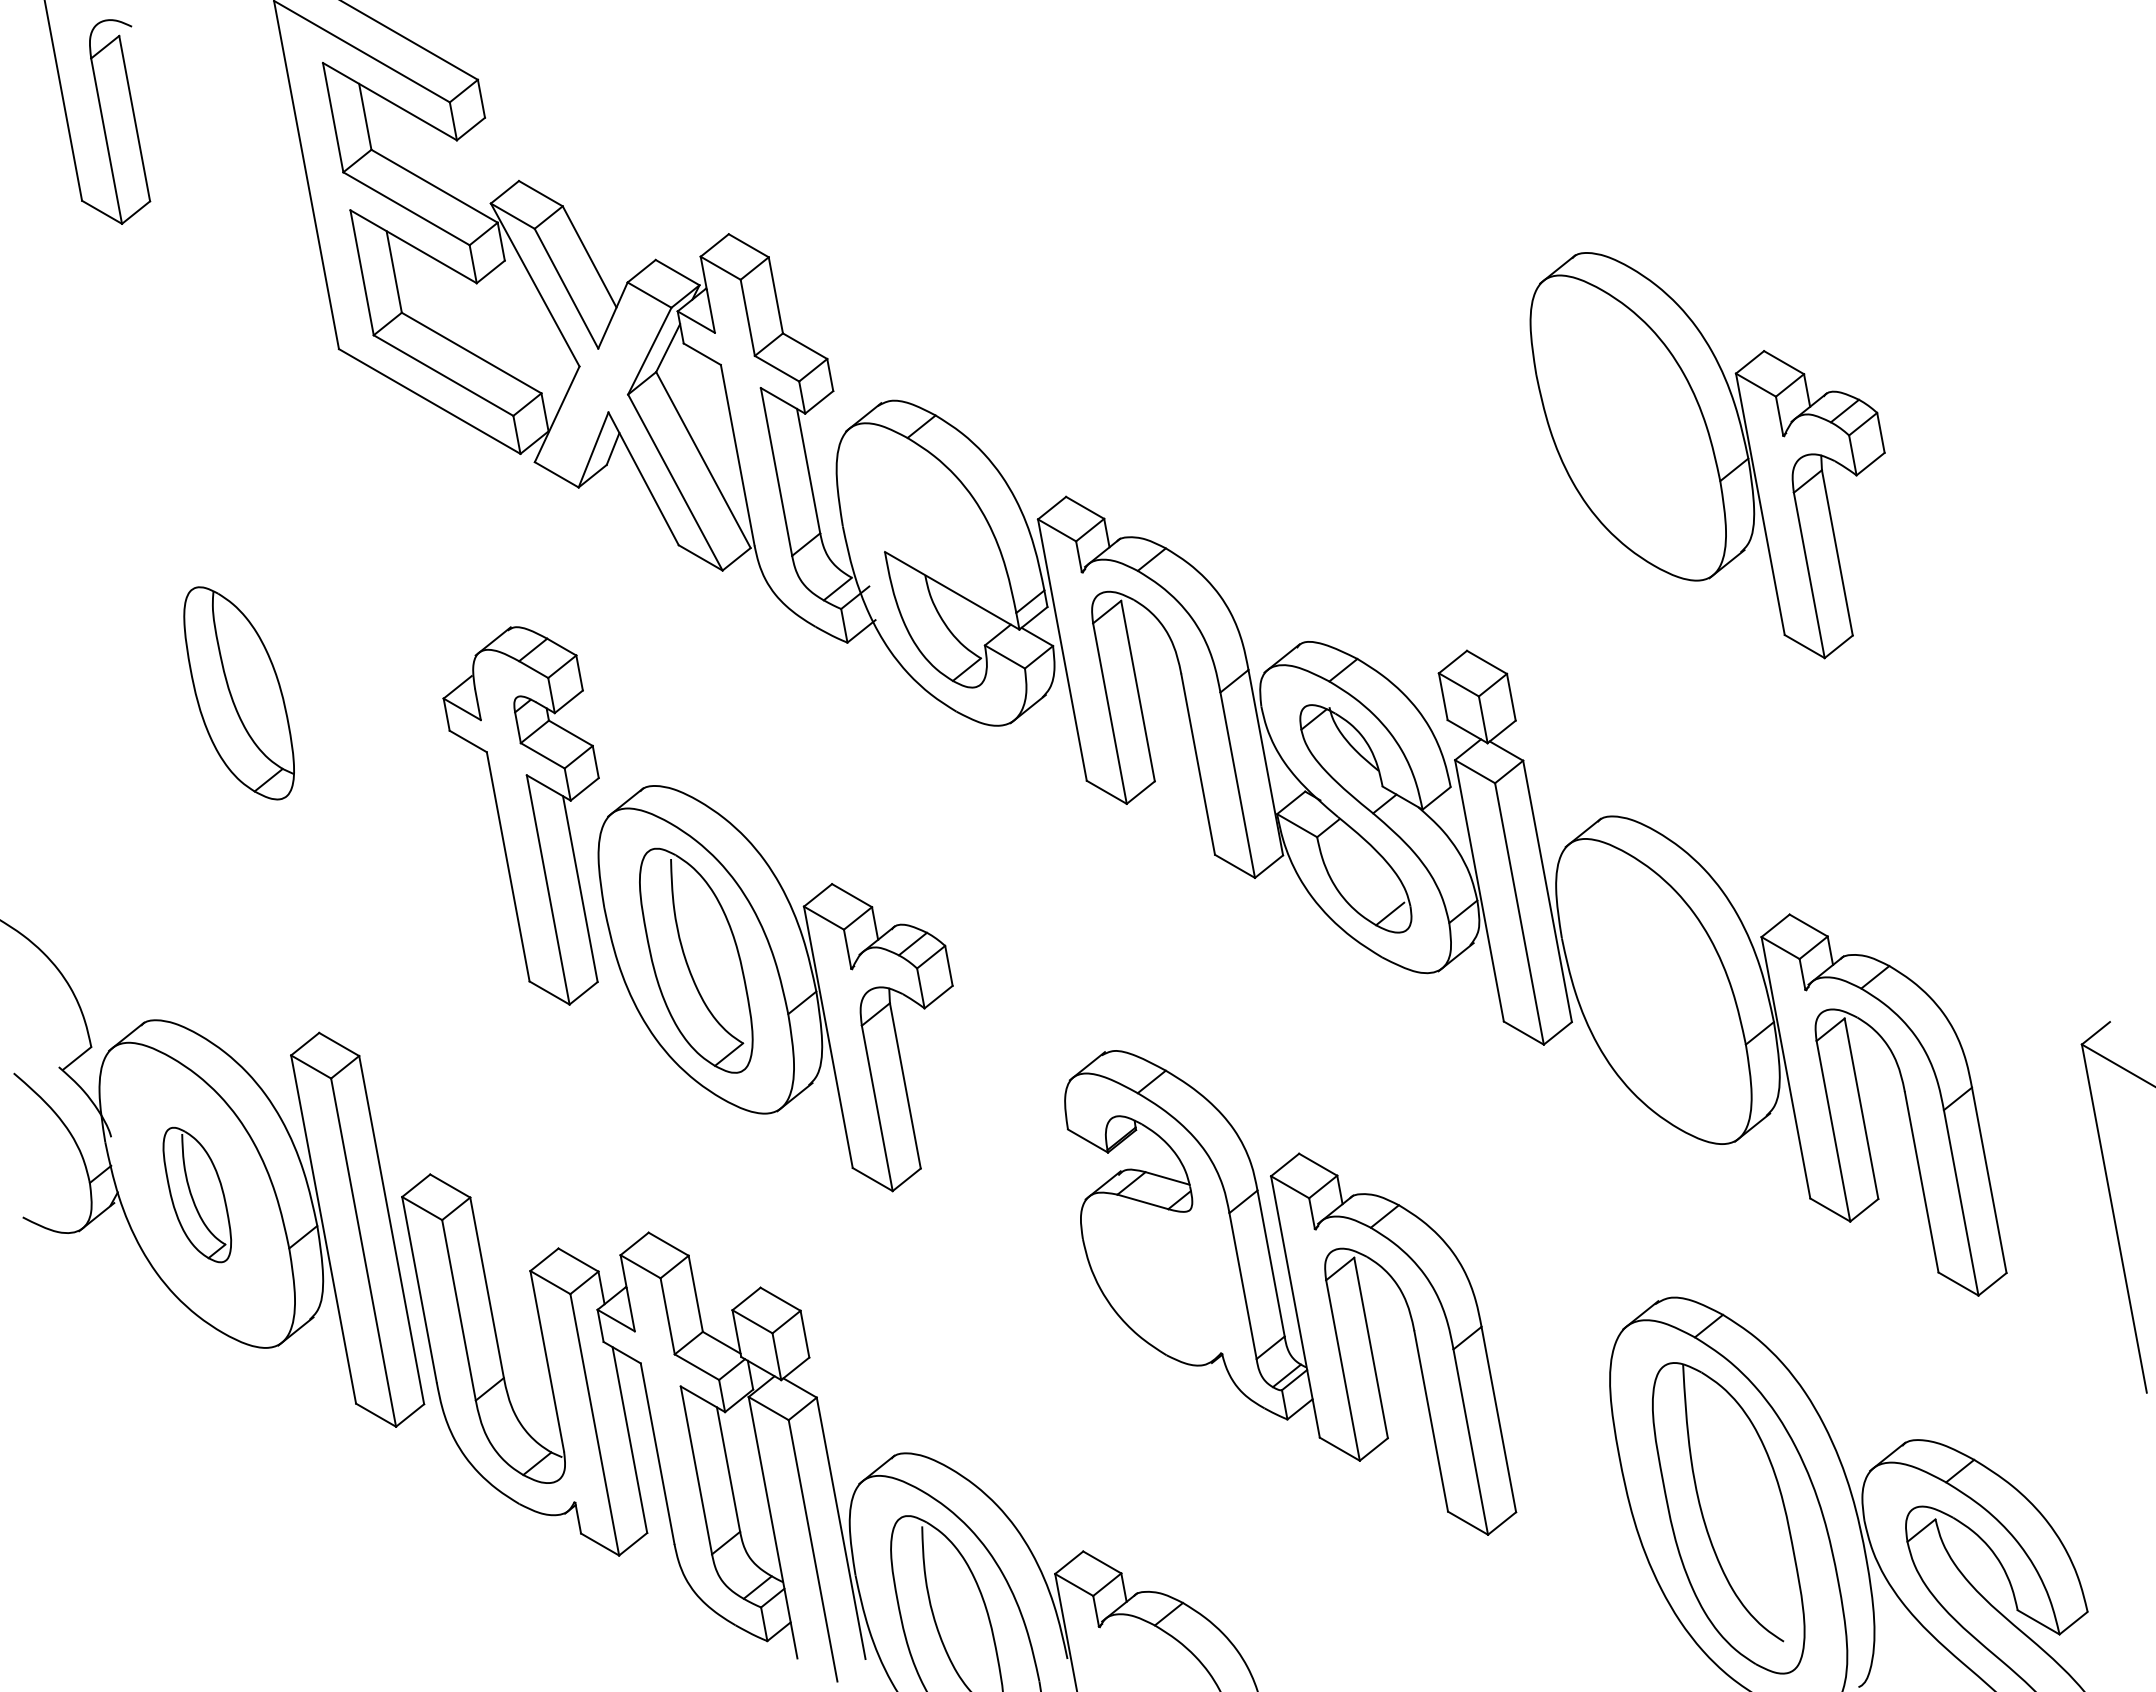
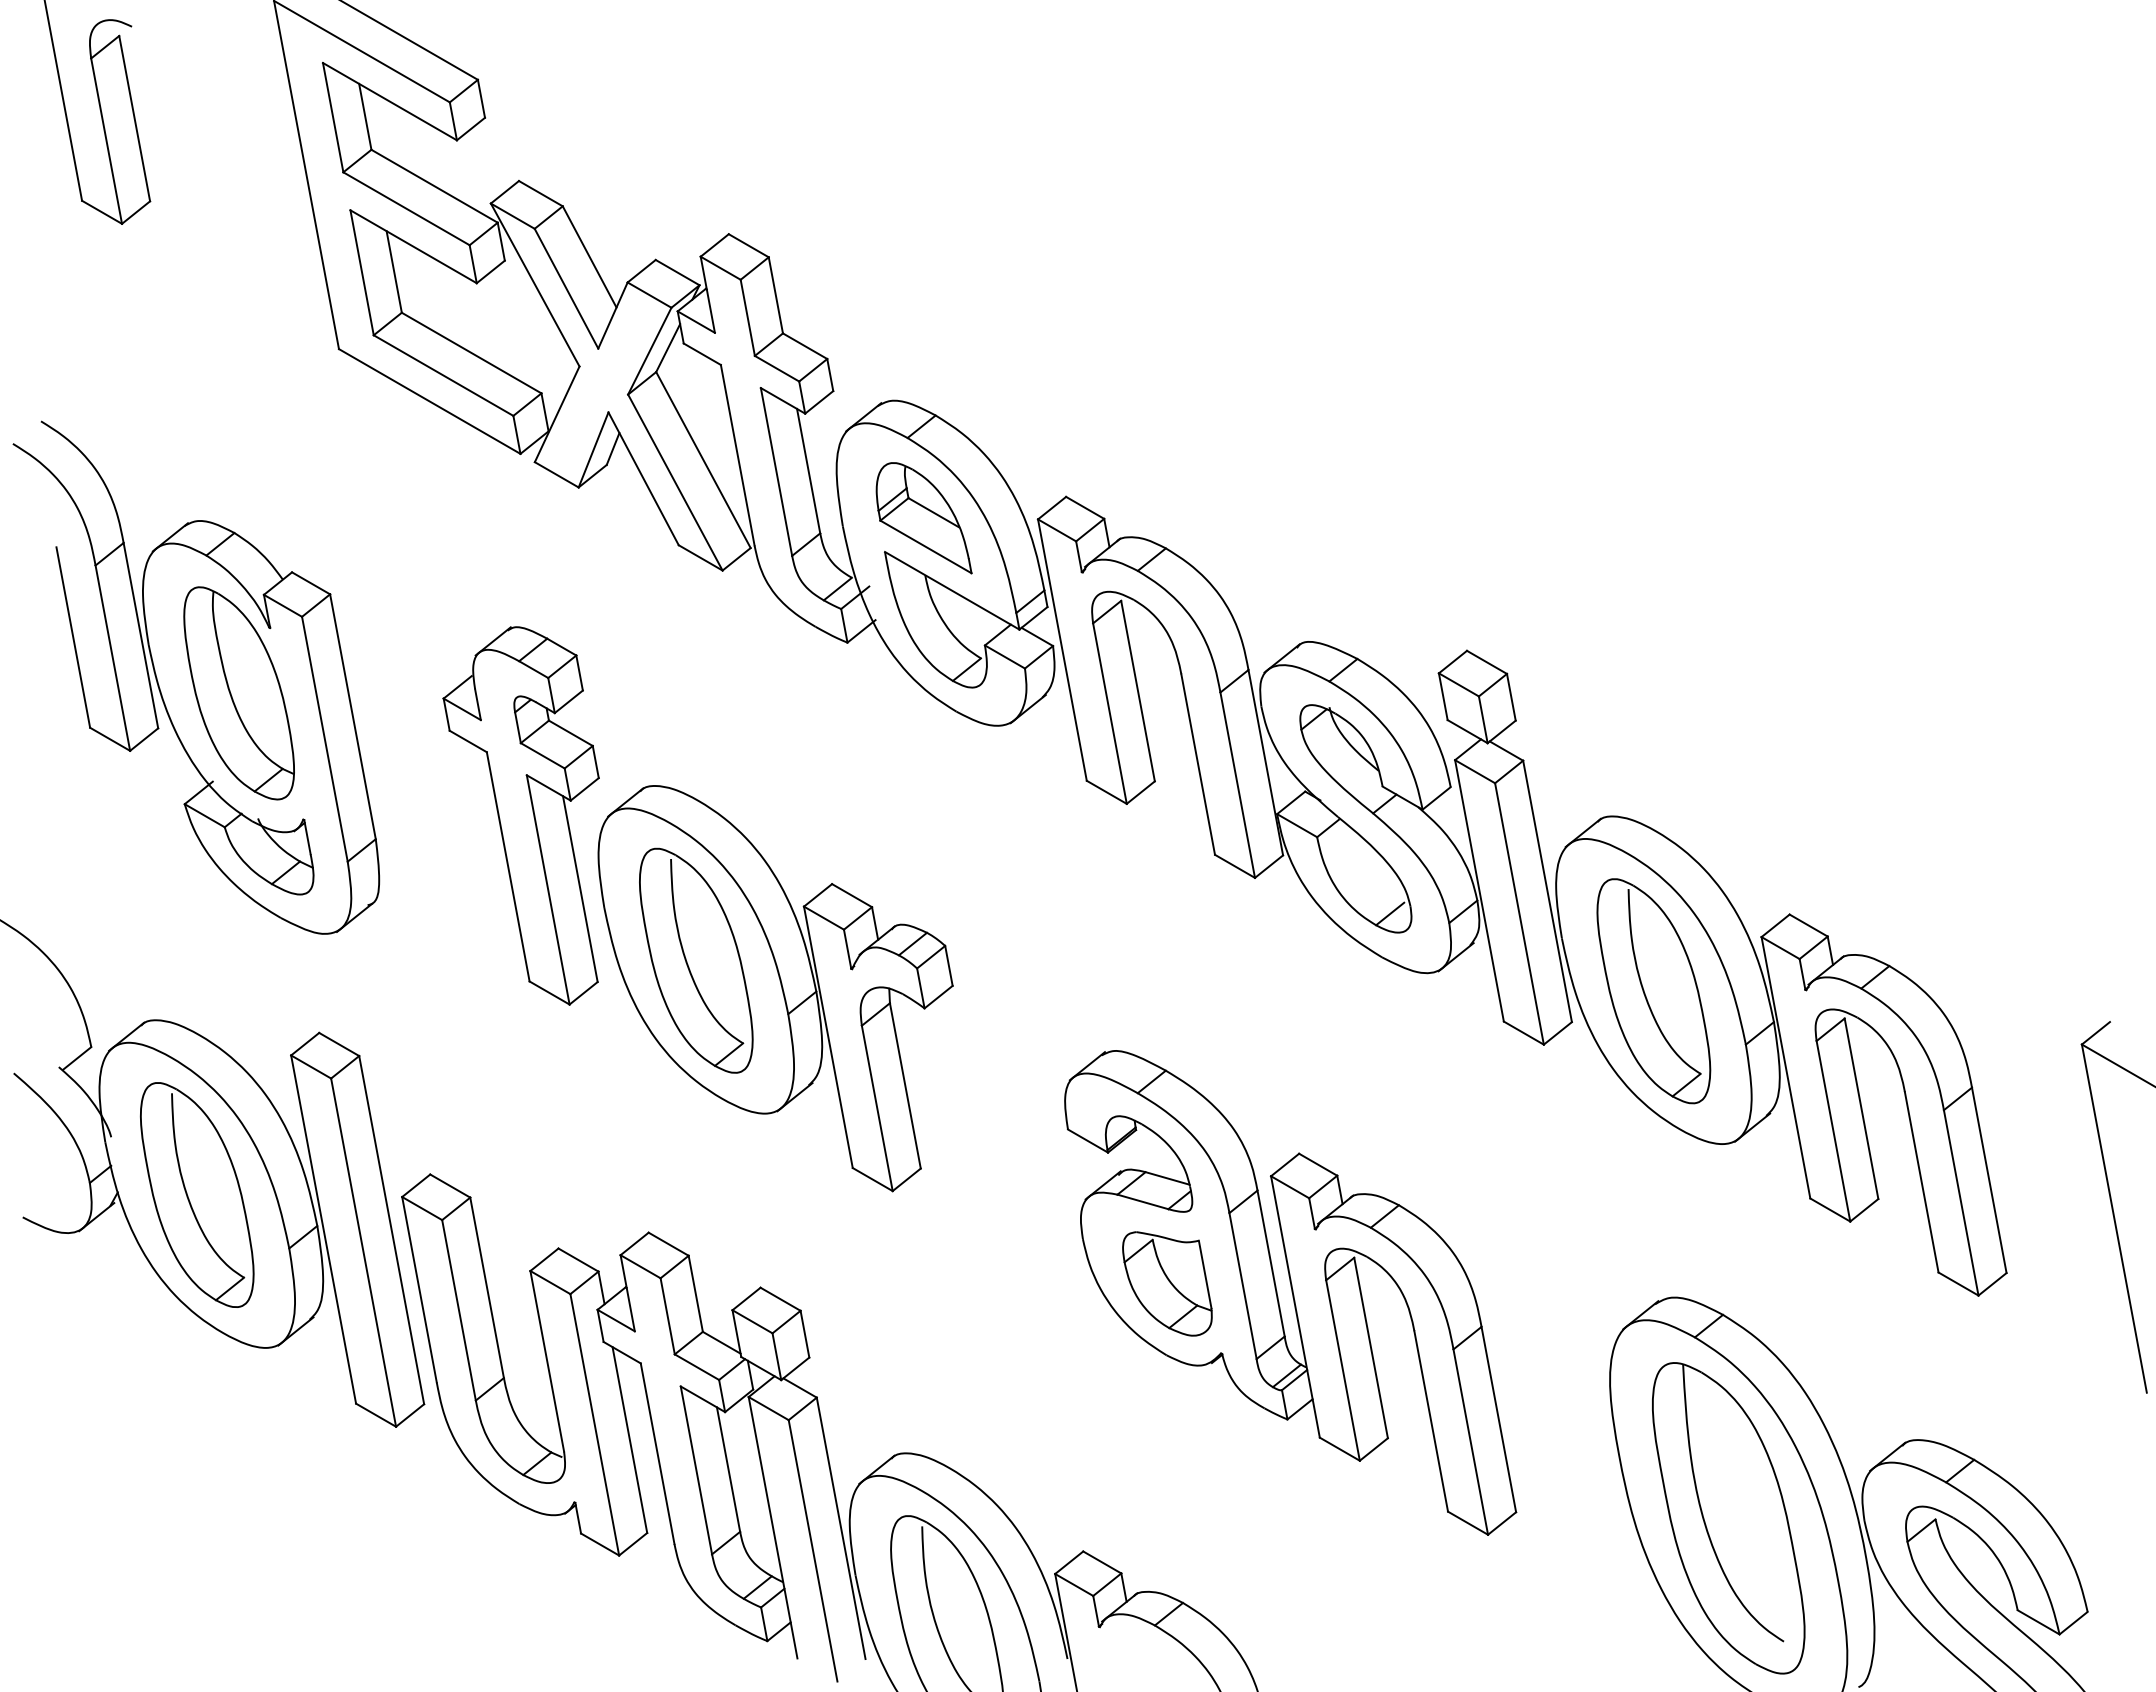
part at (1707, 455): present -> none
part at (923, 518): none -> present
part at (196, 677): none -> present
part at (1653, 991): none -> present
part at (197, 1194) size: 71x138 px -> 115x226 px
part at (1167, 1283): none -> present
